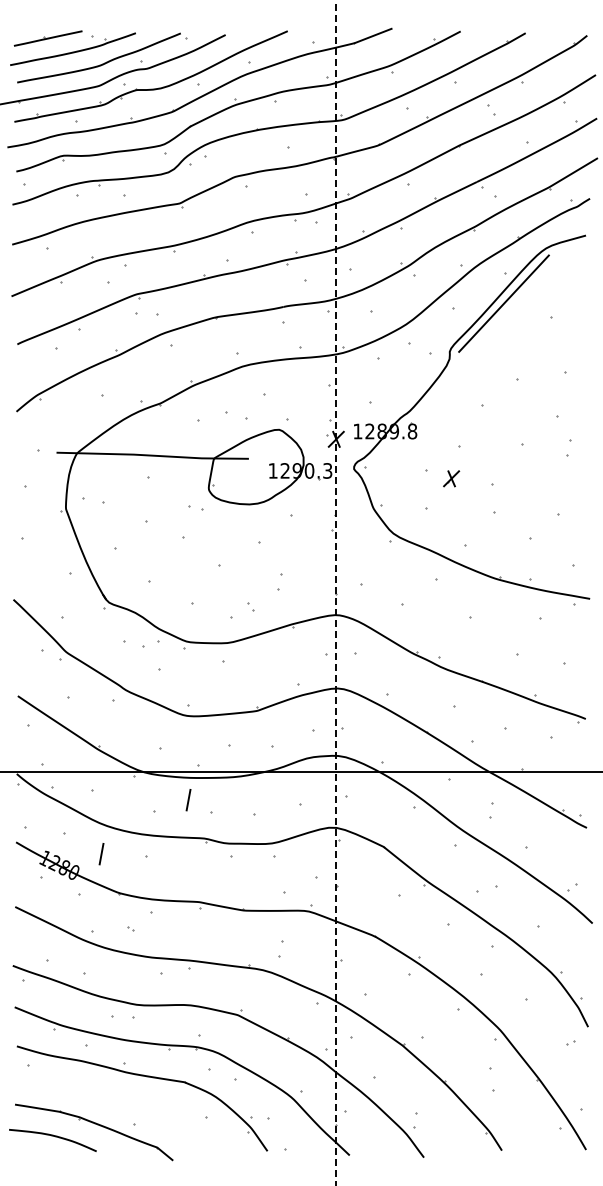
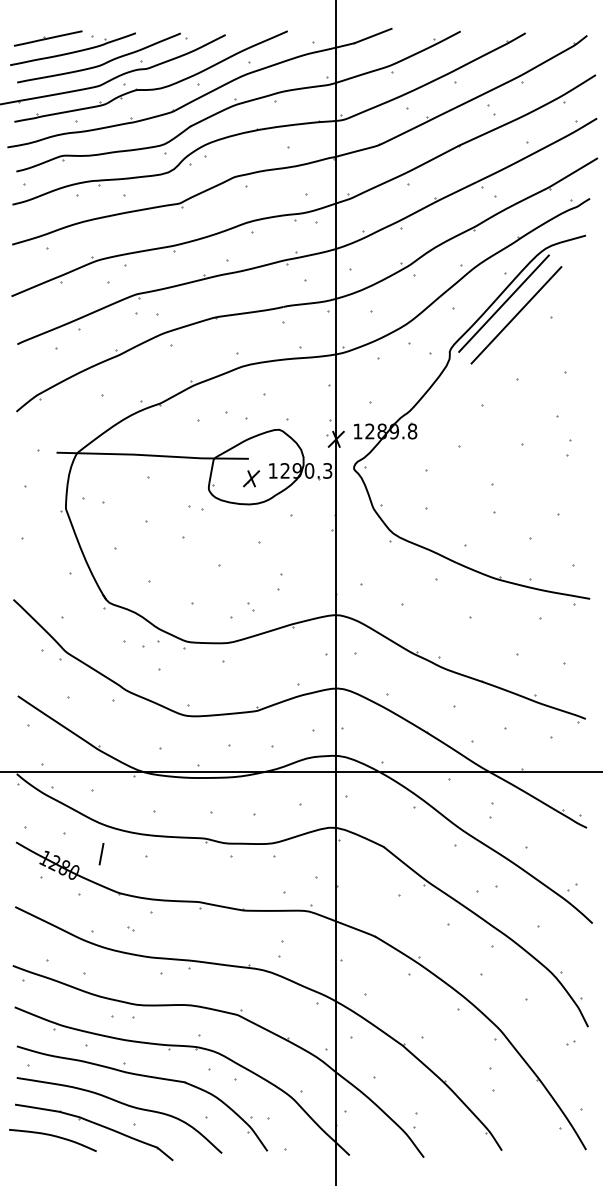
line at (516, 315): none -> present
part at (451, 478) position: (451, 478) -> (251, 478)
line at (336, 592): dashed -> solid
line at (188, 800): present -> none
curve at (124, 1105): none -> present
